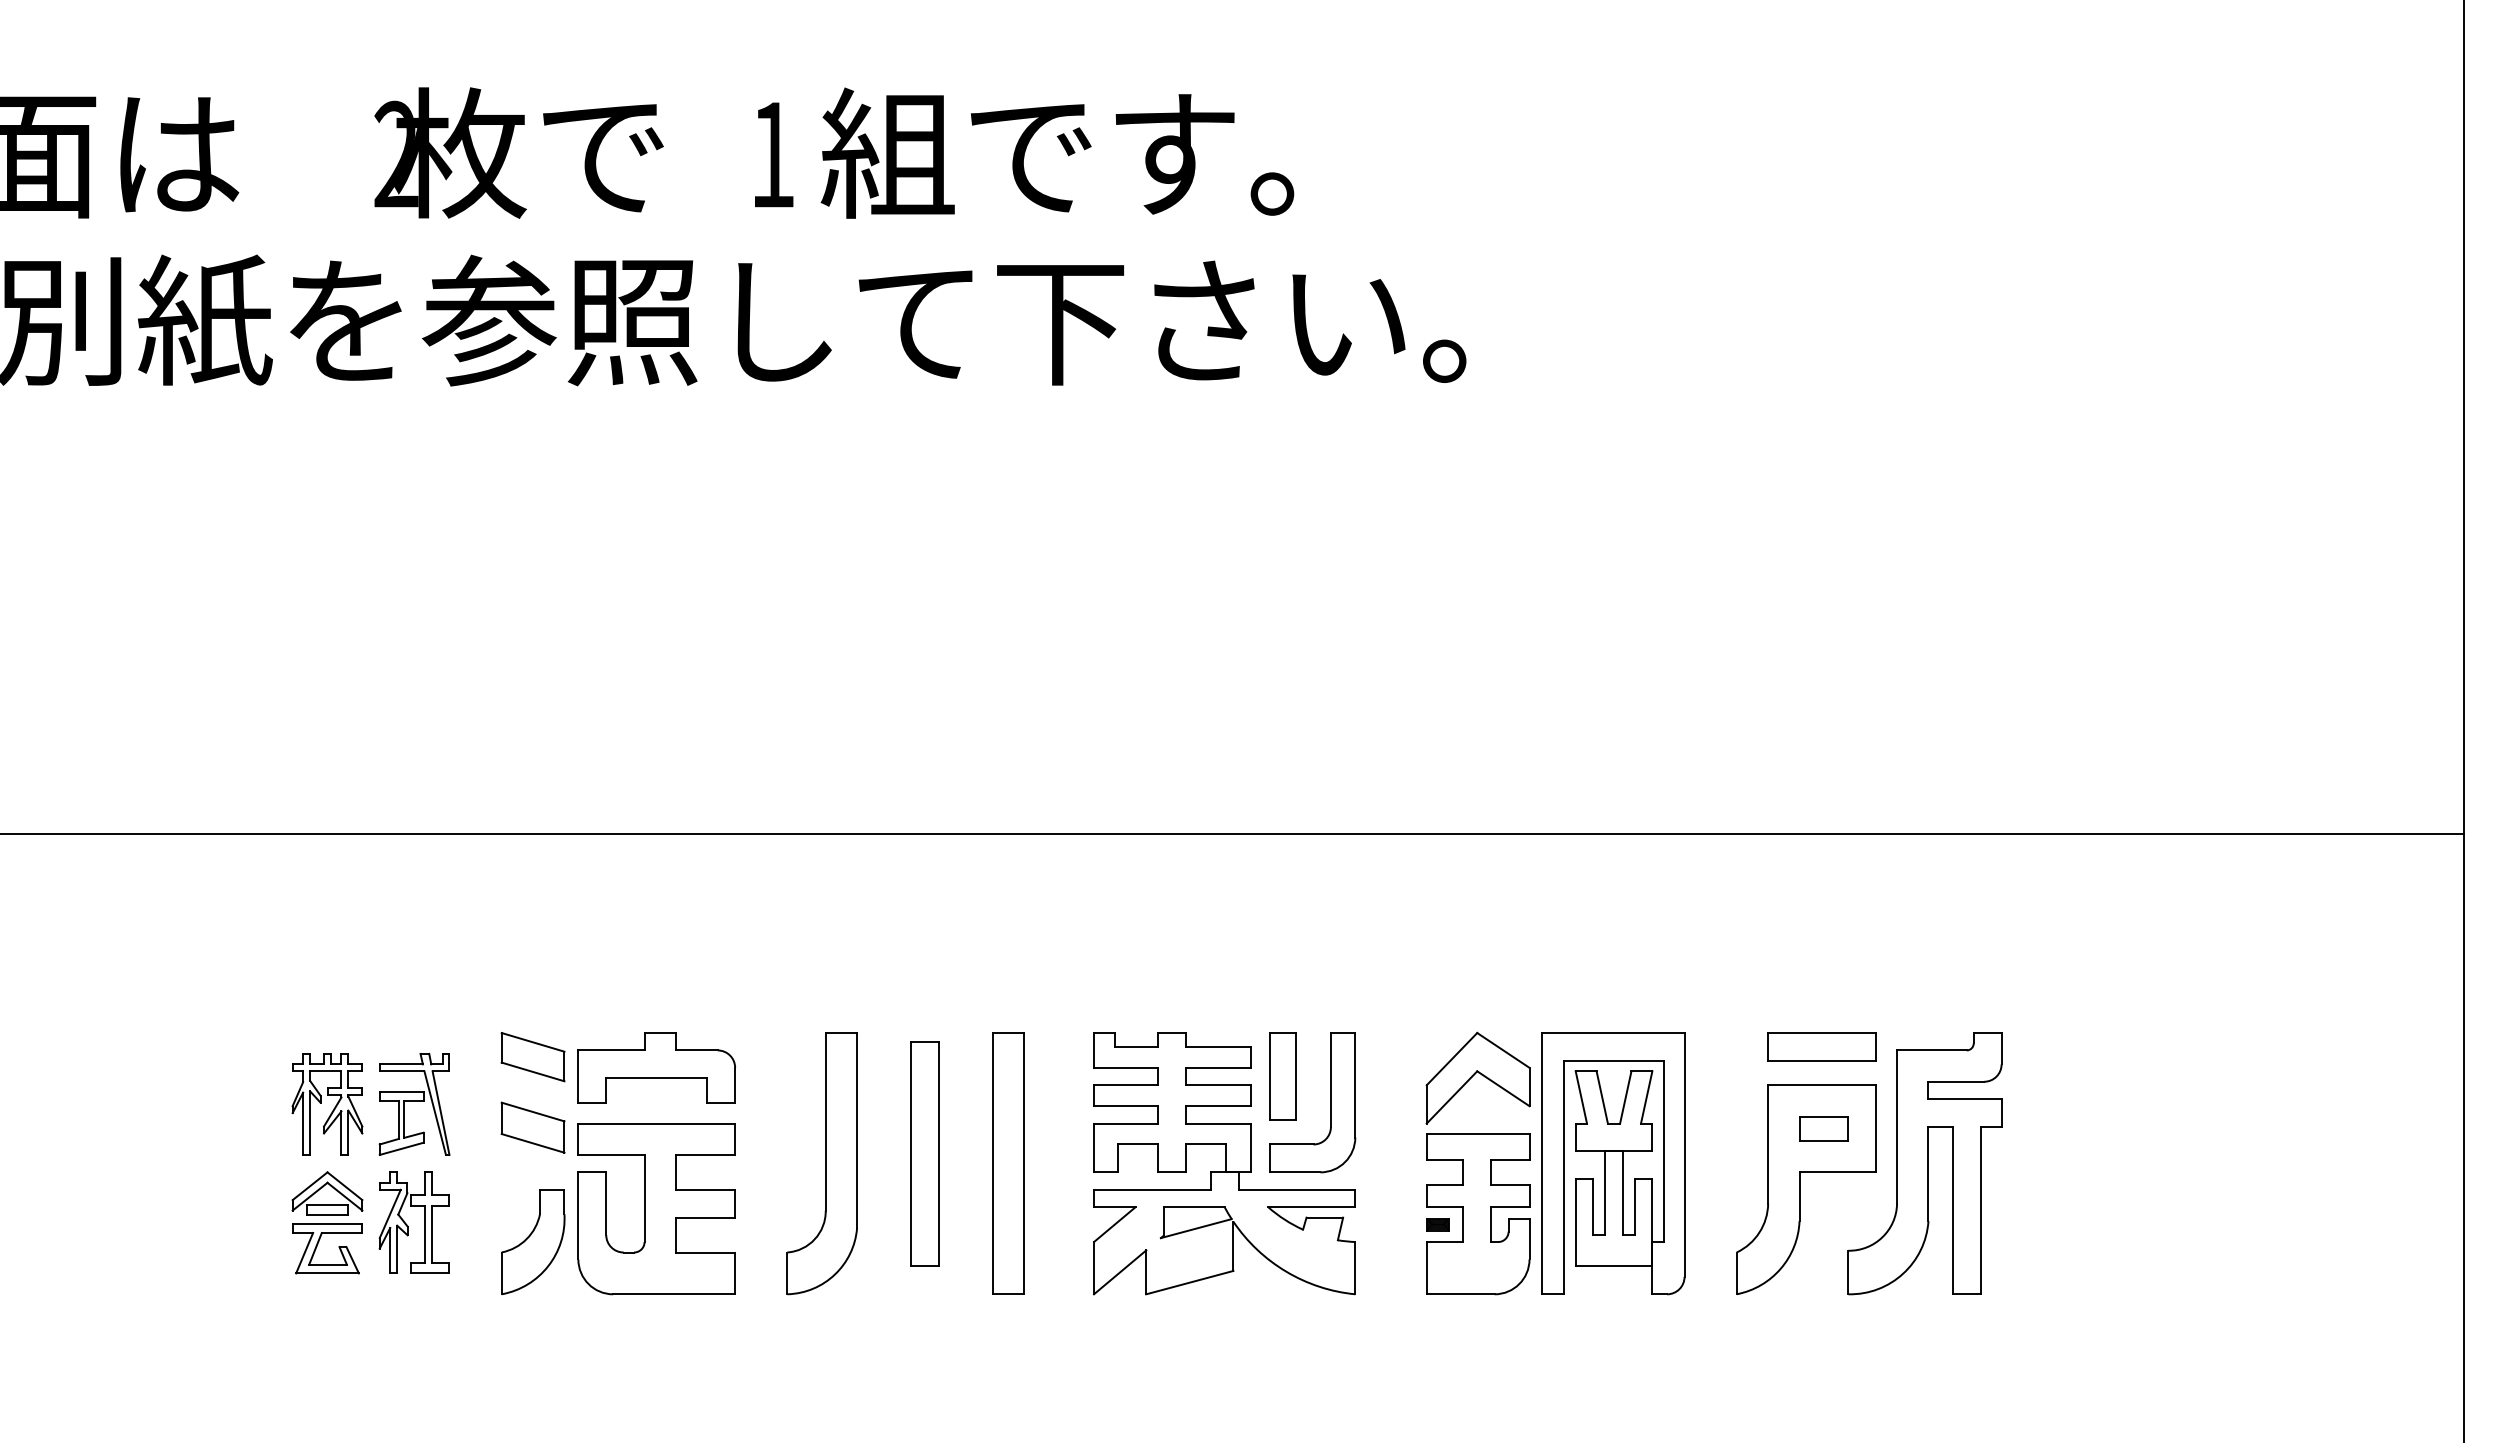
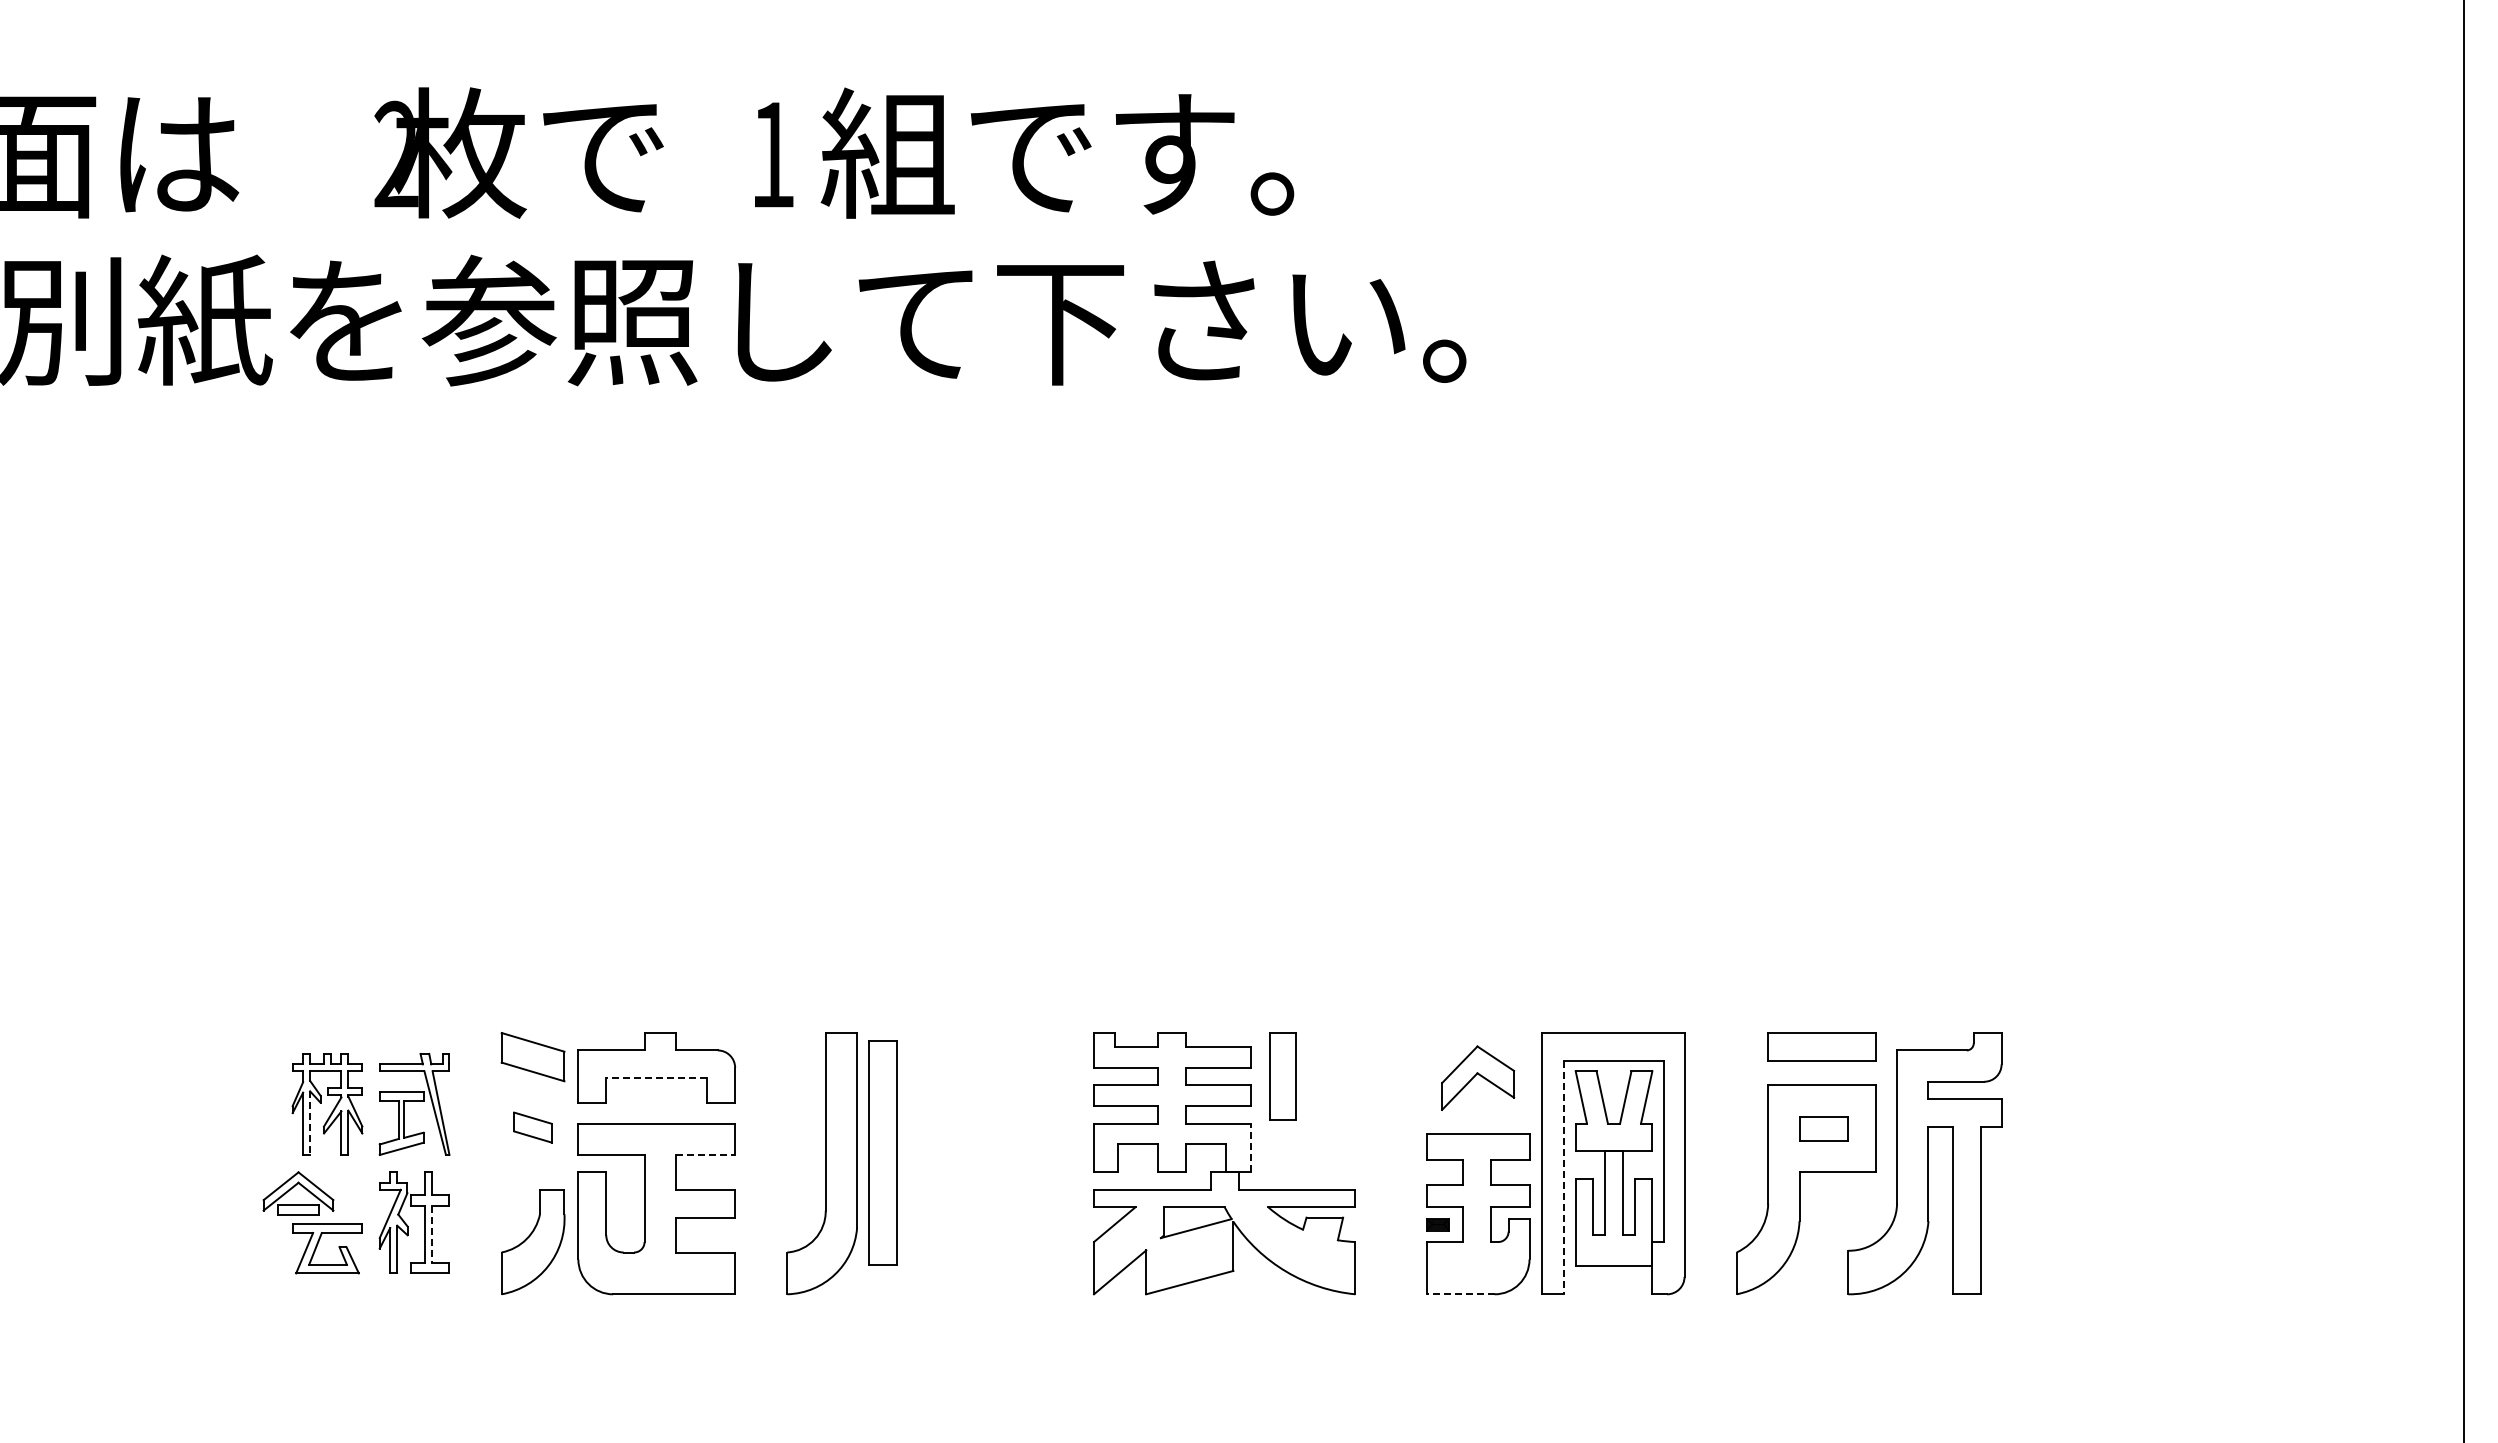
line at (1233, 834): present -> none
part at (1477, 1077) size: 106x94 px -> 75x66 px
line at (656, 1078): solid -> dashed
part at (1330, 1102): present -> none
line at (310, 1123): solid -> dashed
part at (532, 1127) size: 66x53 px -> 40x33 px
line at (1250, 1147): solid -> dashed
part at (924, 1153) position: (924, 1153) -> (882, 1152)
line at (705, 1154): solid -> dashed
part at (1008, 1163): present -> none
line at (1564, 1177): solid -> dashed
part at (322, 1188) position: (322, 1188) -> (293, 1188)
line at (432, 1234): solid -> dashed
line at (1460, 1294): solid -> dashed
